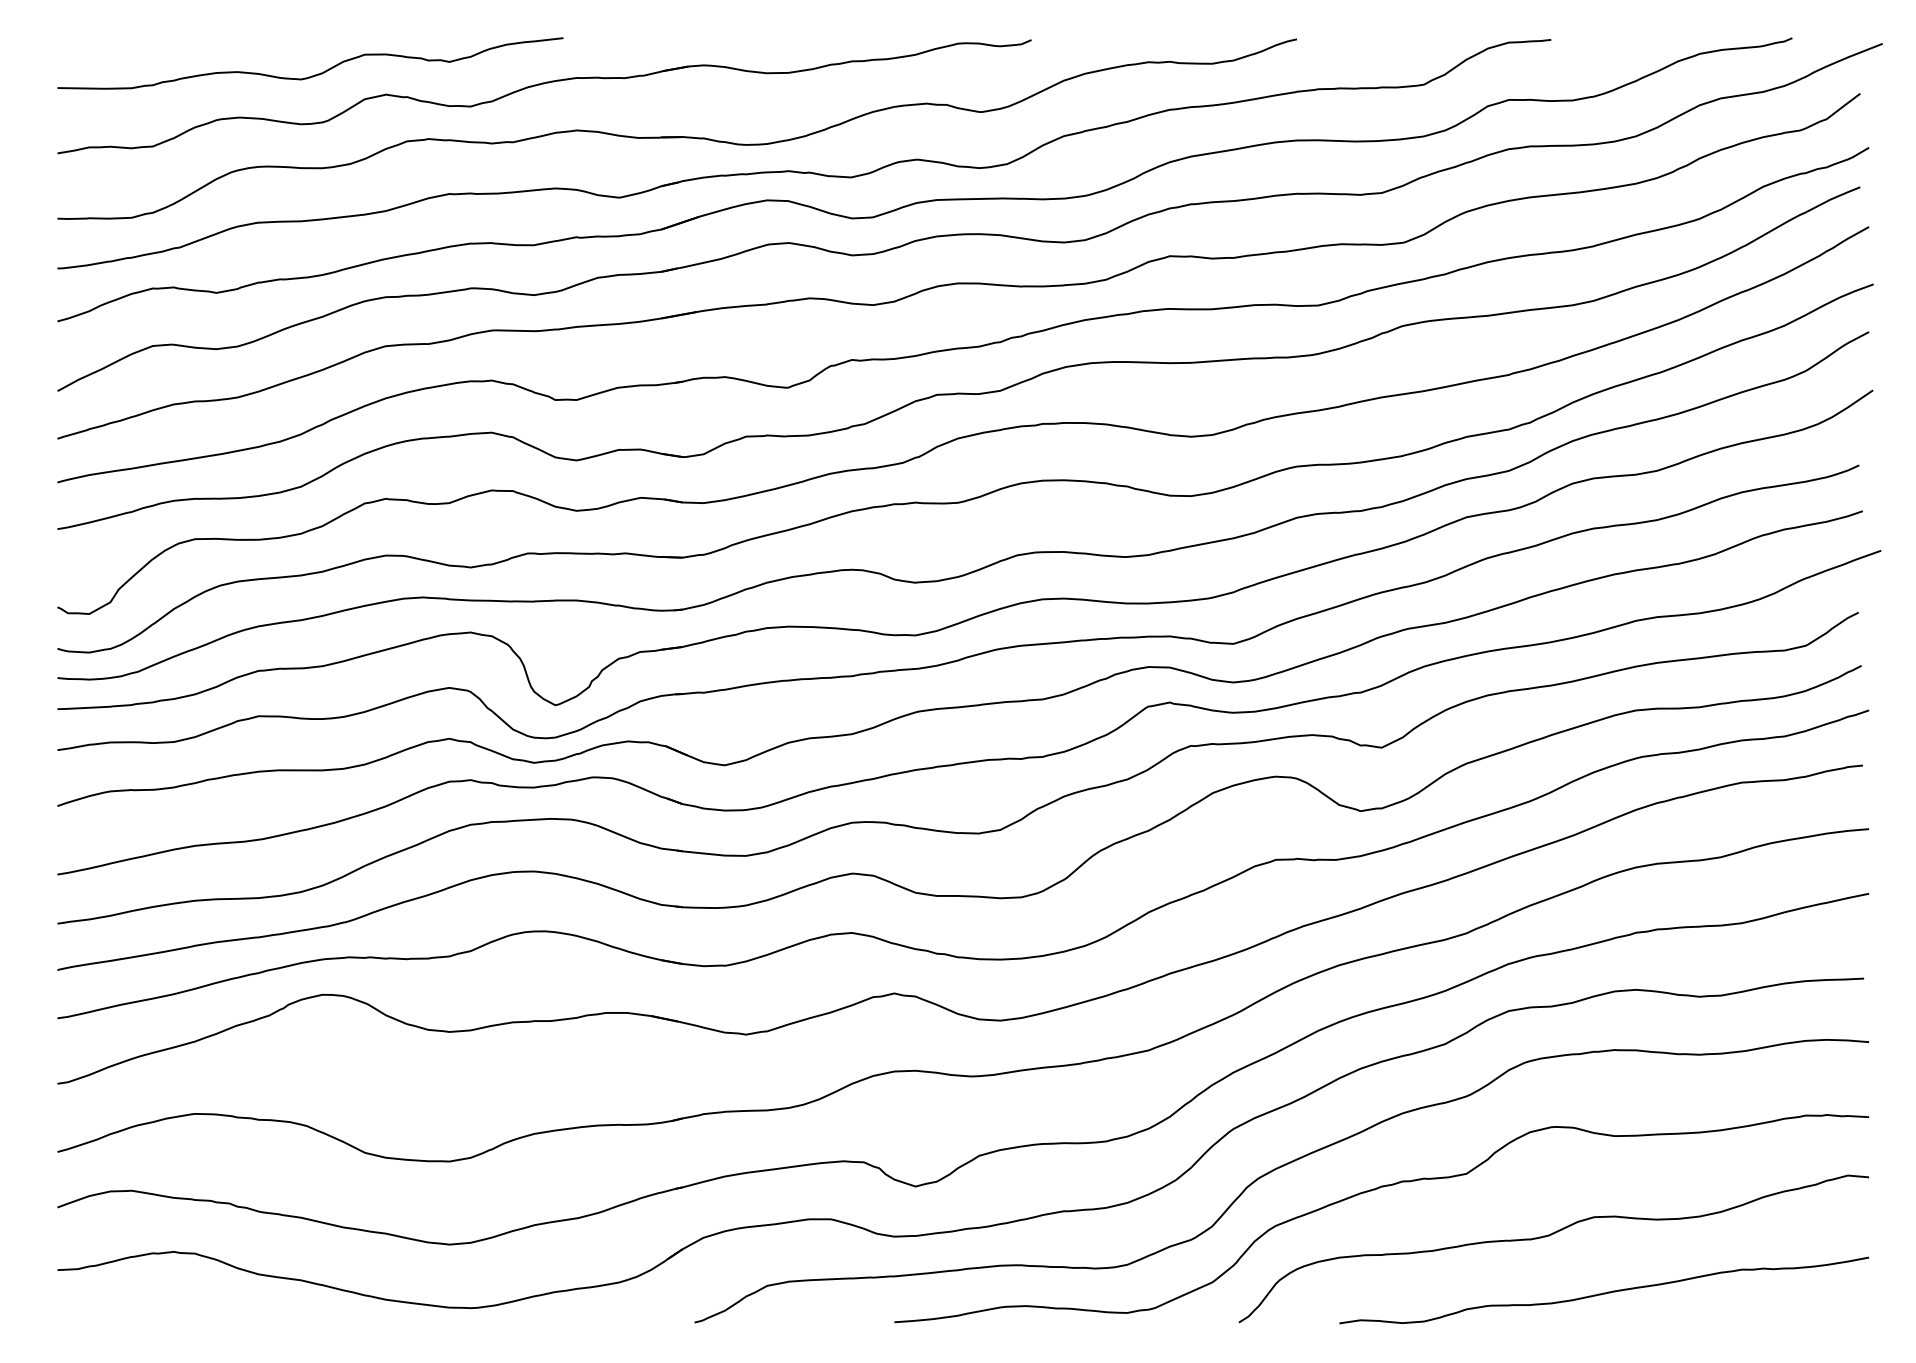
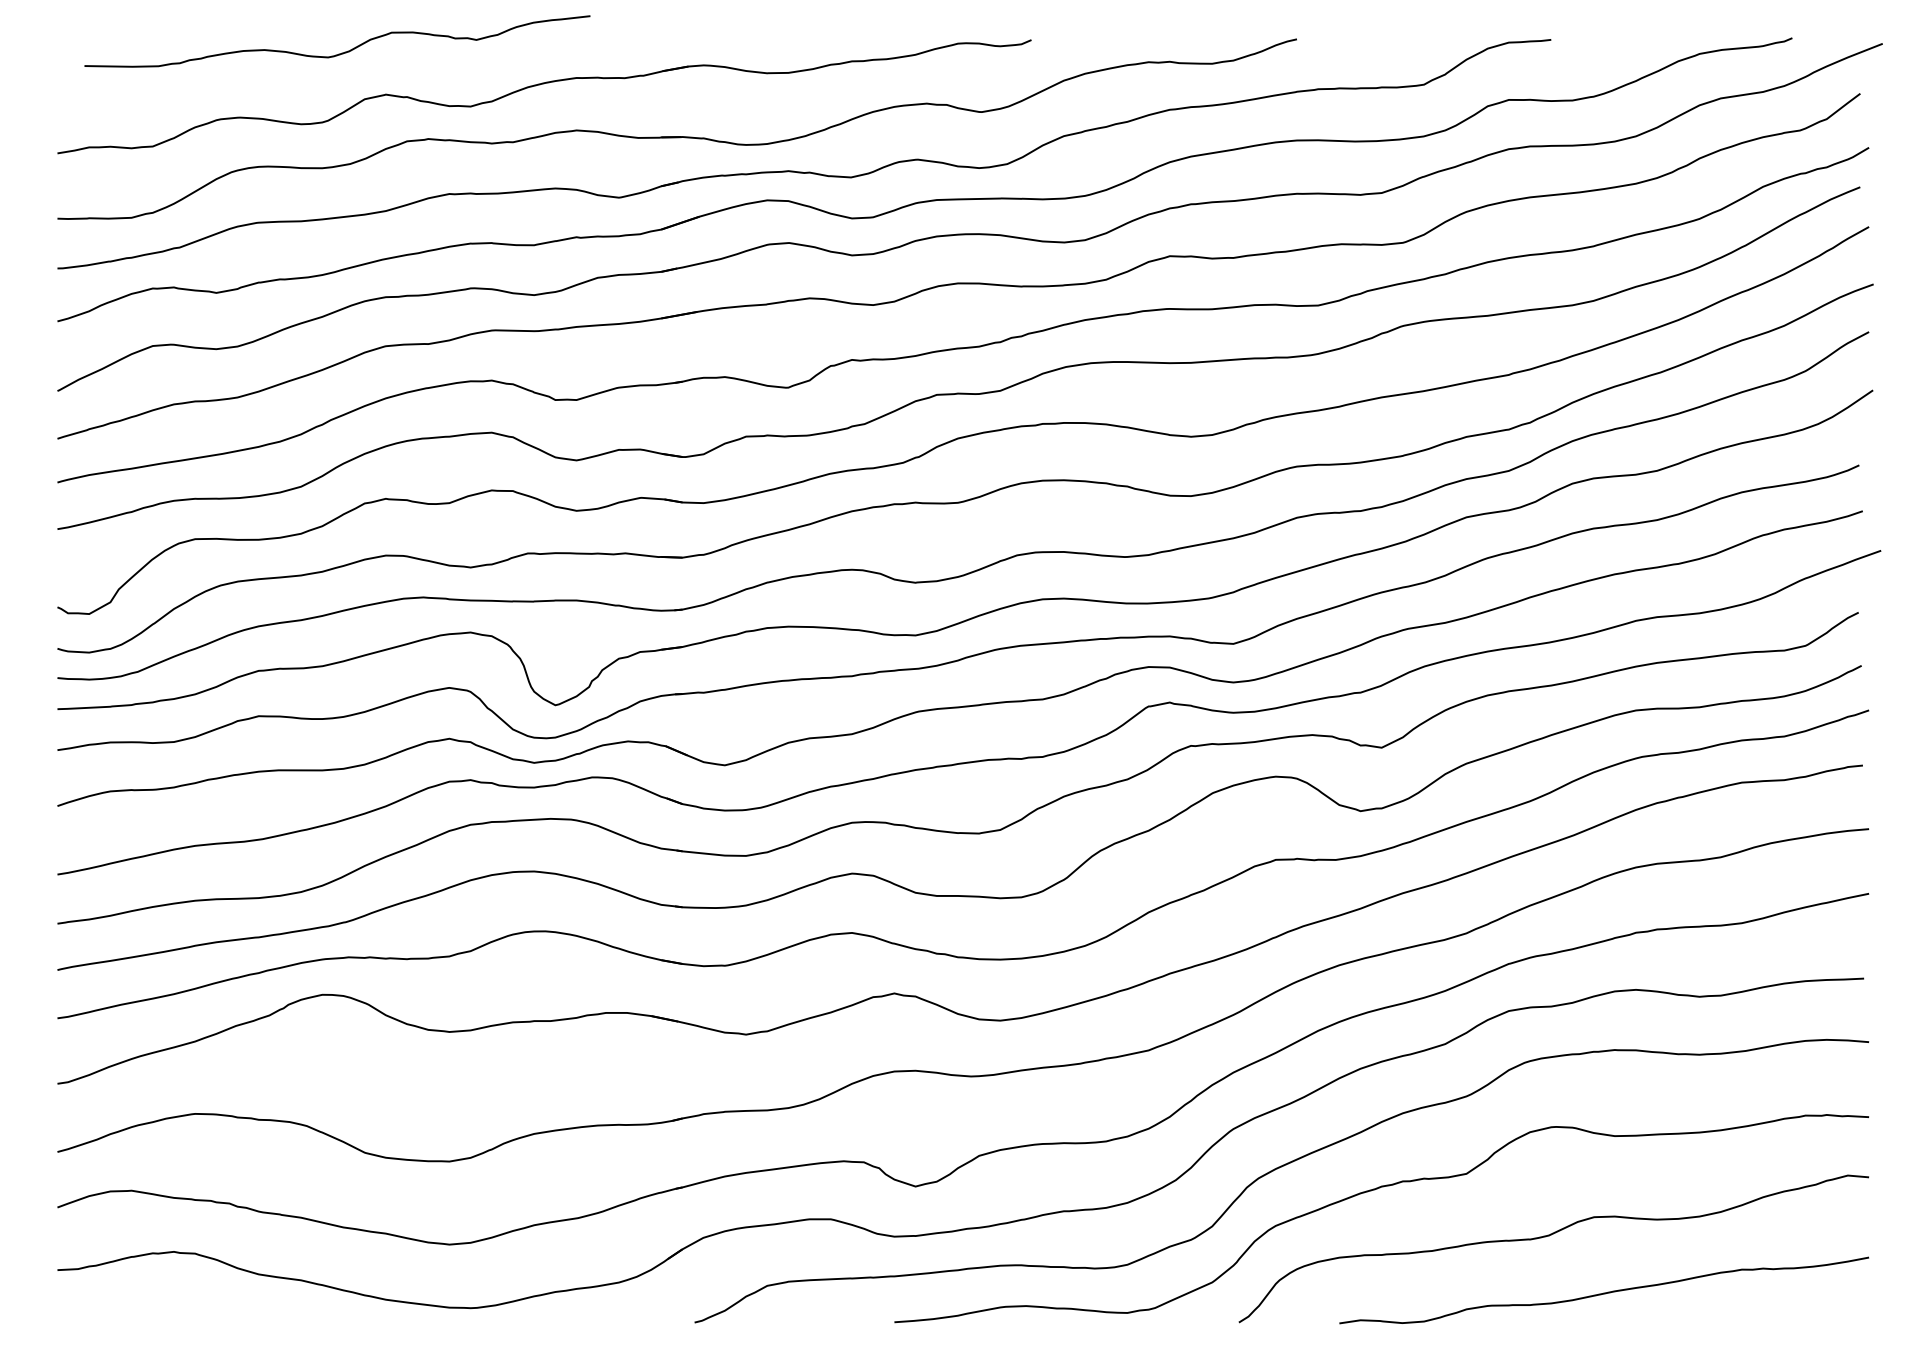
curve at (314, 74) position: (314, 74) -> (341, 52)
